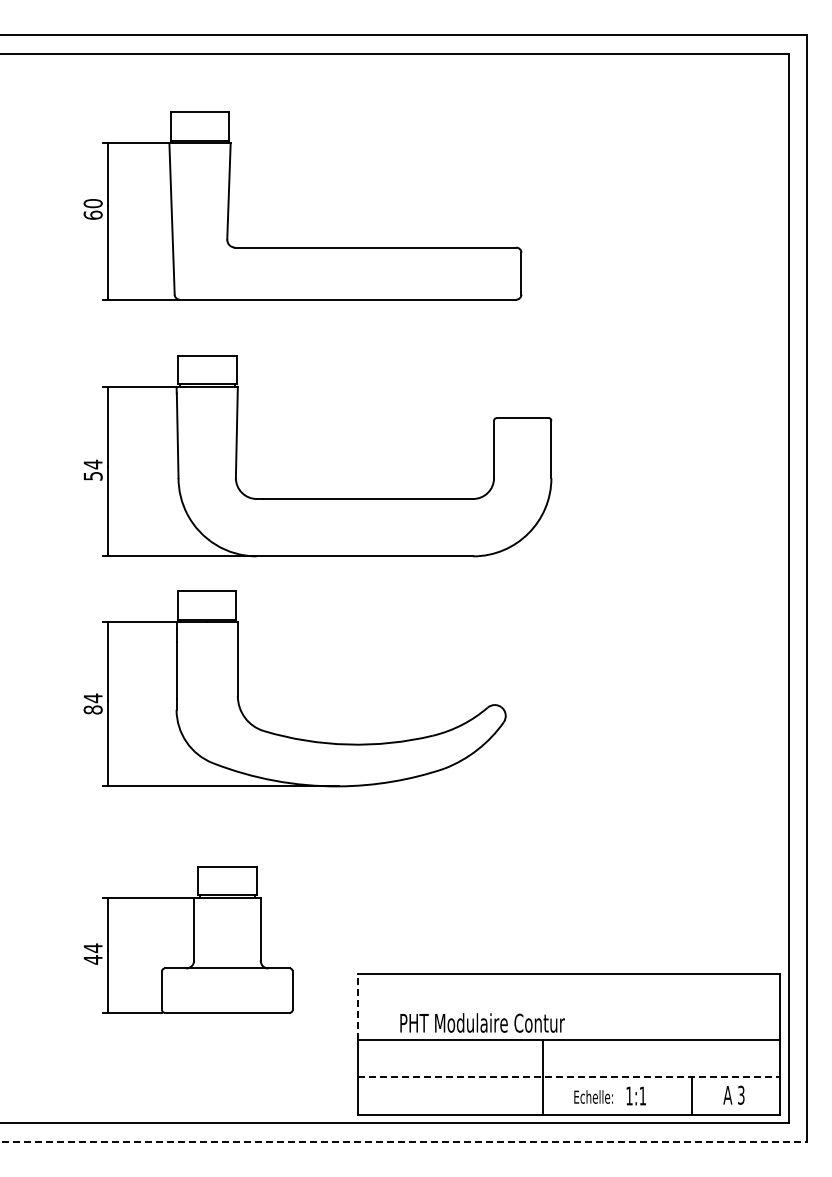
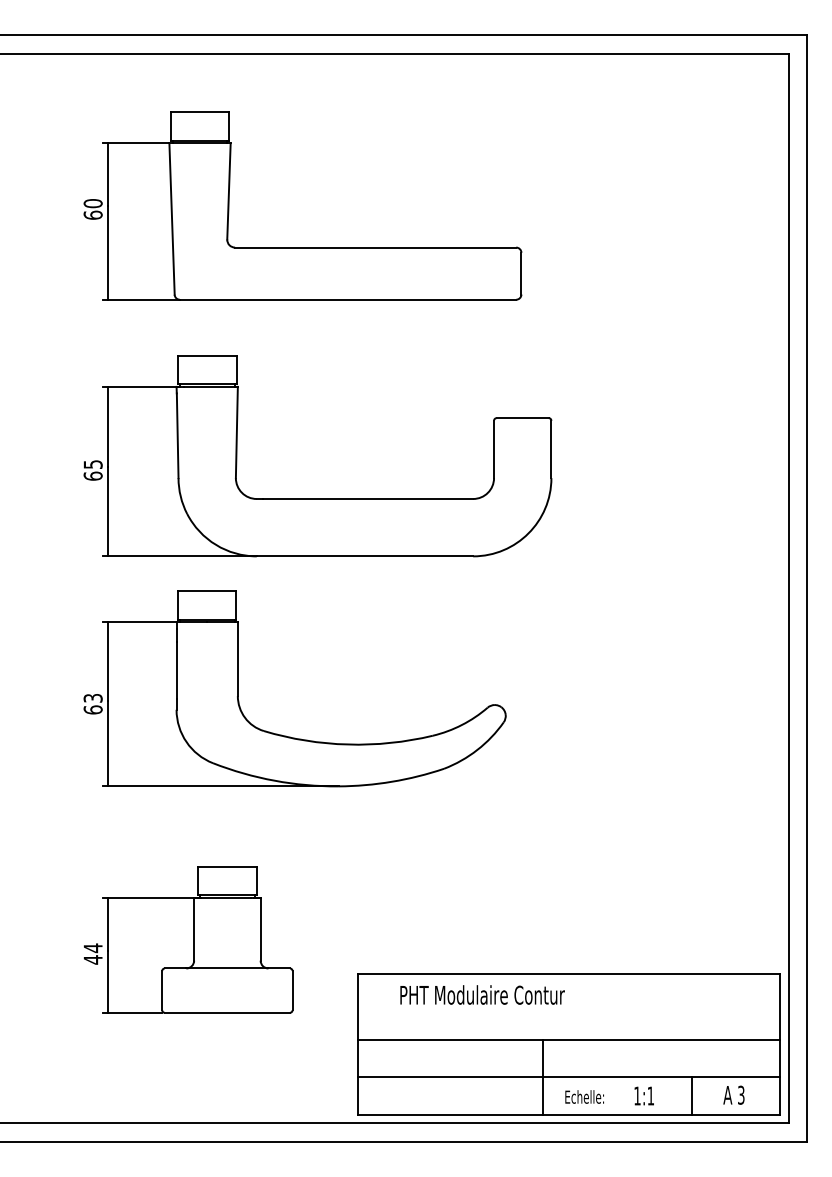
text at (92, 469): 54 -> 65
text at (92, 703): 84 -> 63
line at (357, 1006): dashed -> solid
text at (482, 1022) position: (482, 1022) -> (482, 994)
line at (569, 1077): dashed -> solid
text at (635, 1095) position: (635, 1095) -> (643, 1095)
text at (593, 1096) position: (593, 1096) -> (584, 1096)
line at (404, 1141): dashed -> solid
